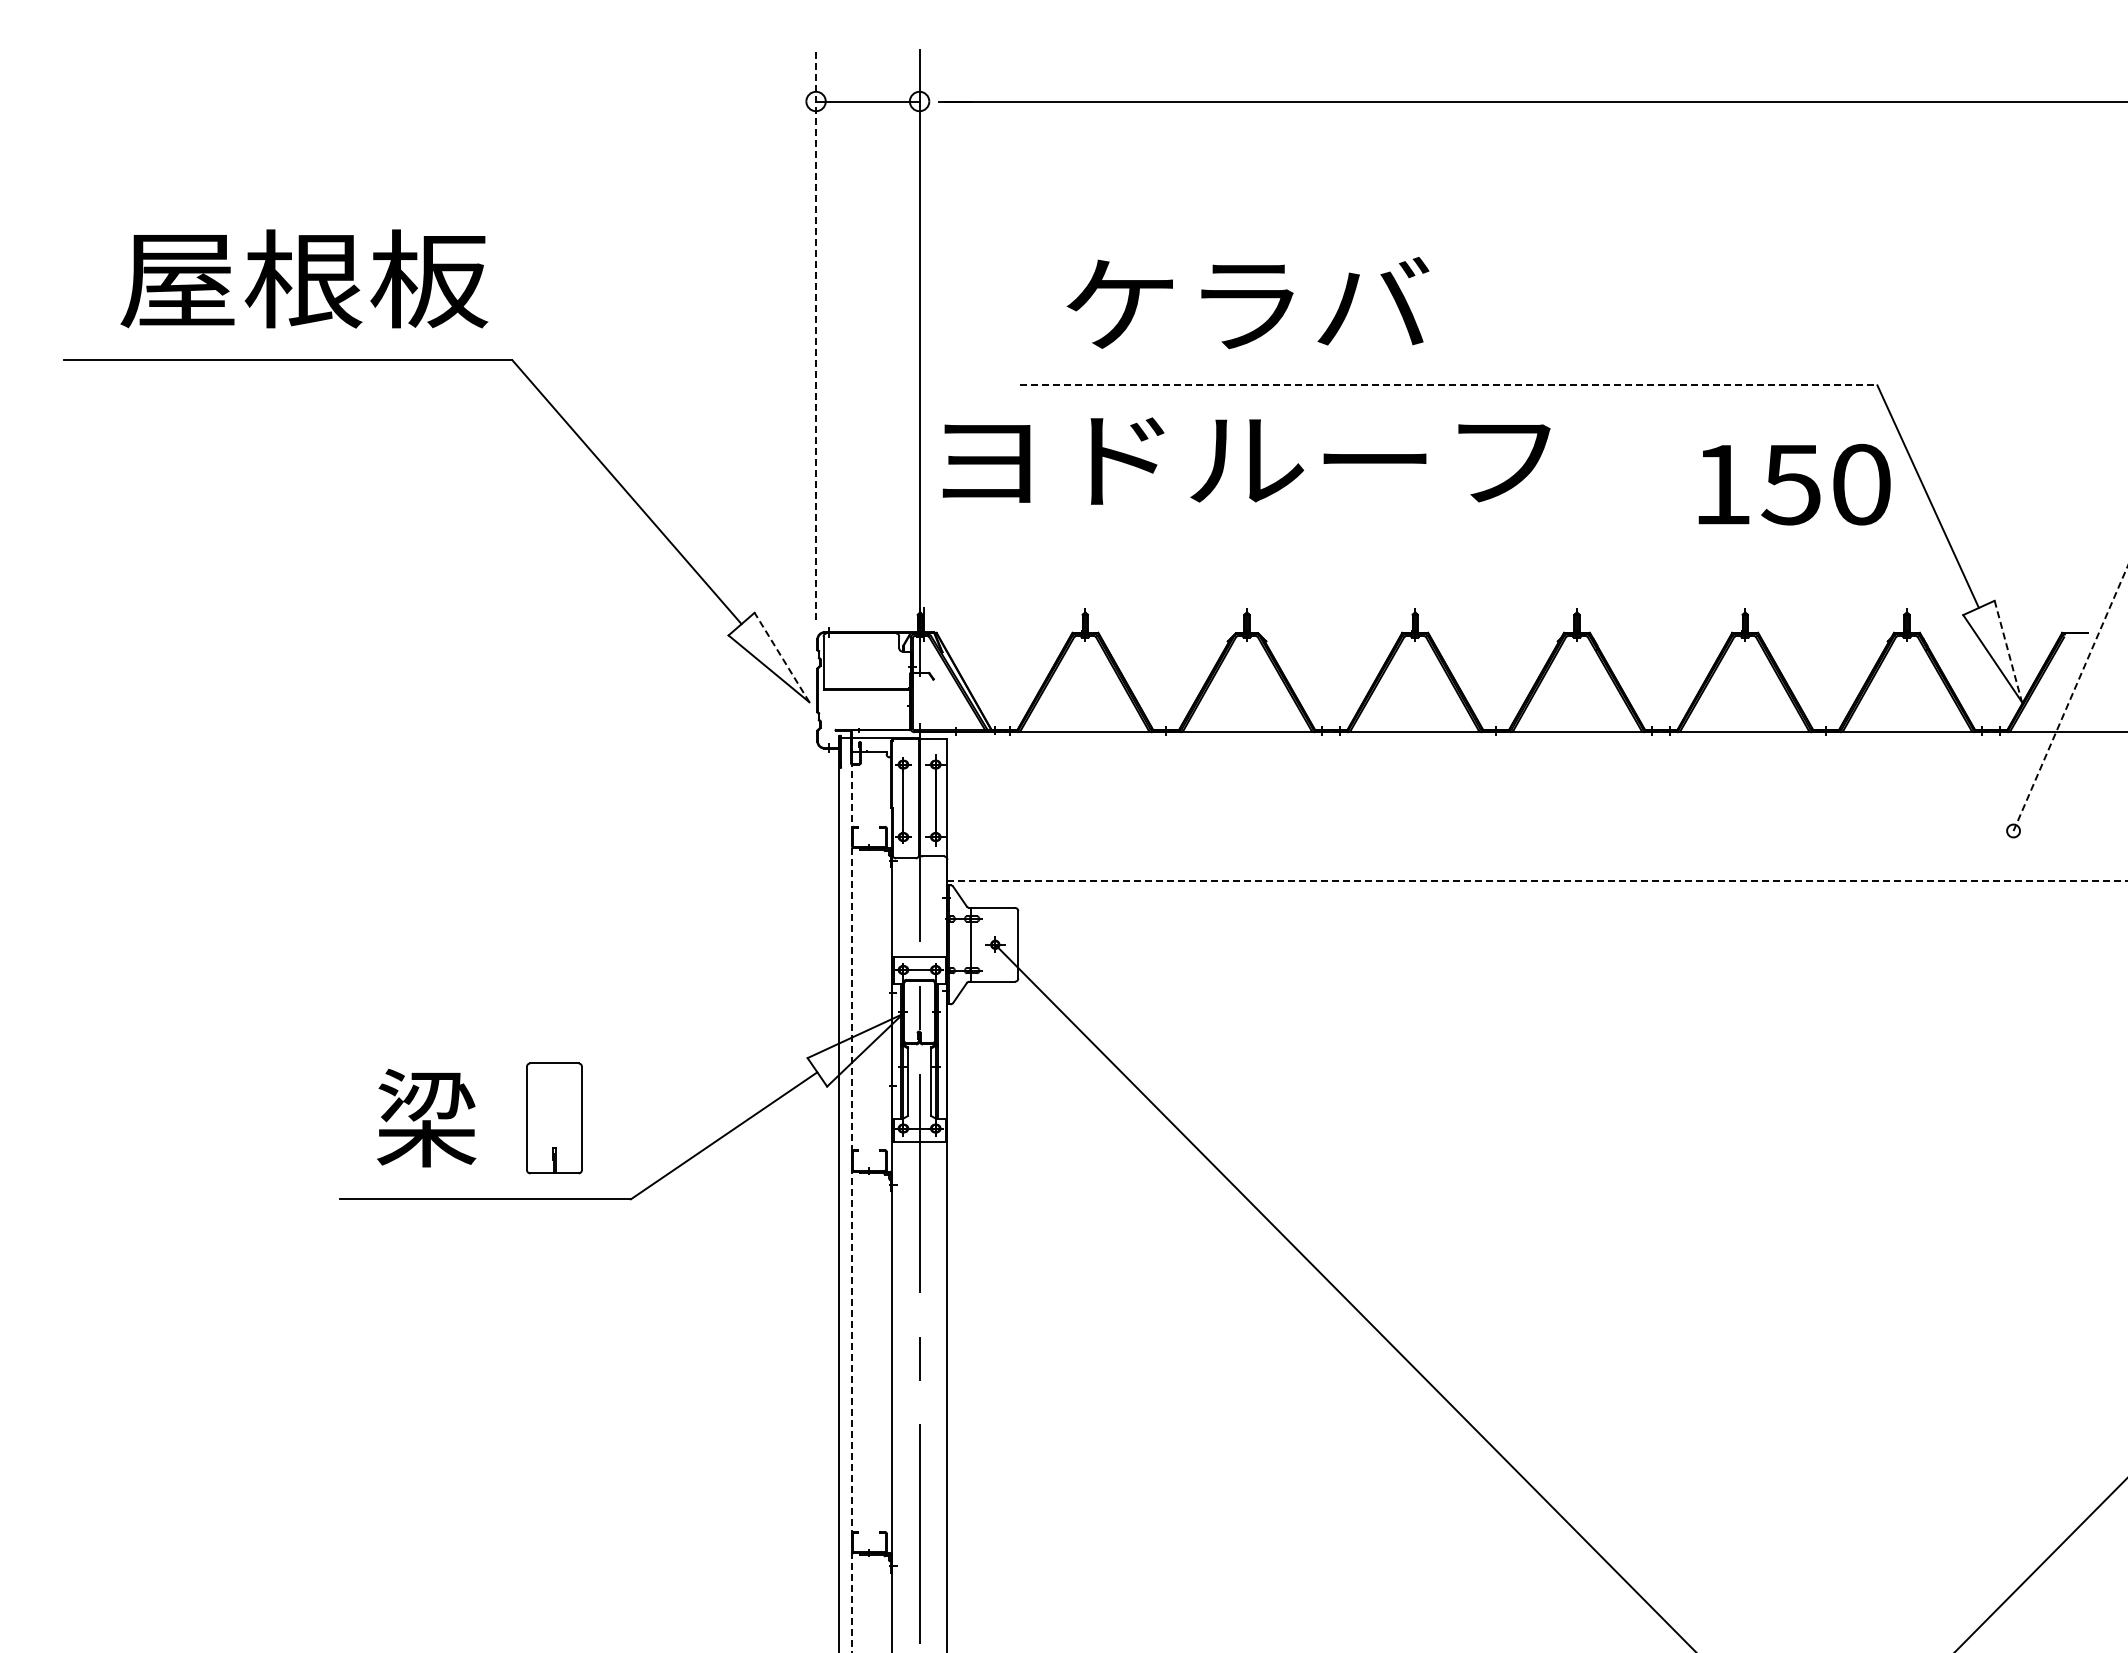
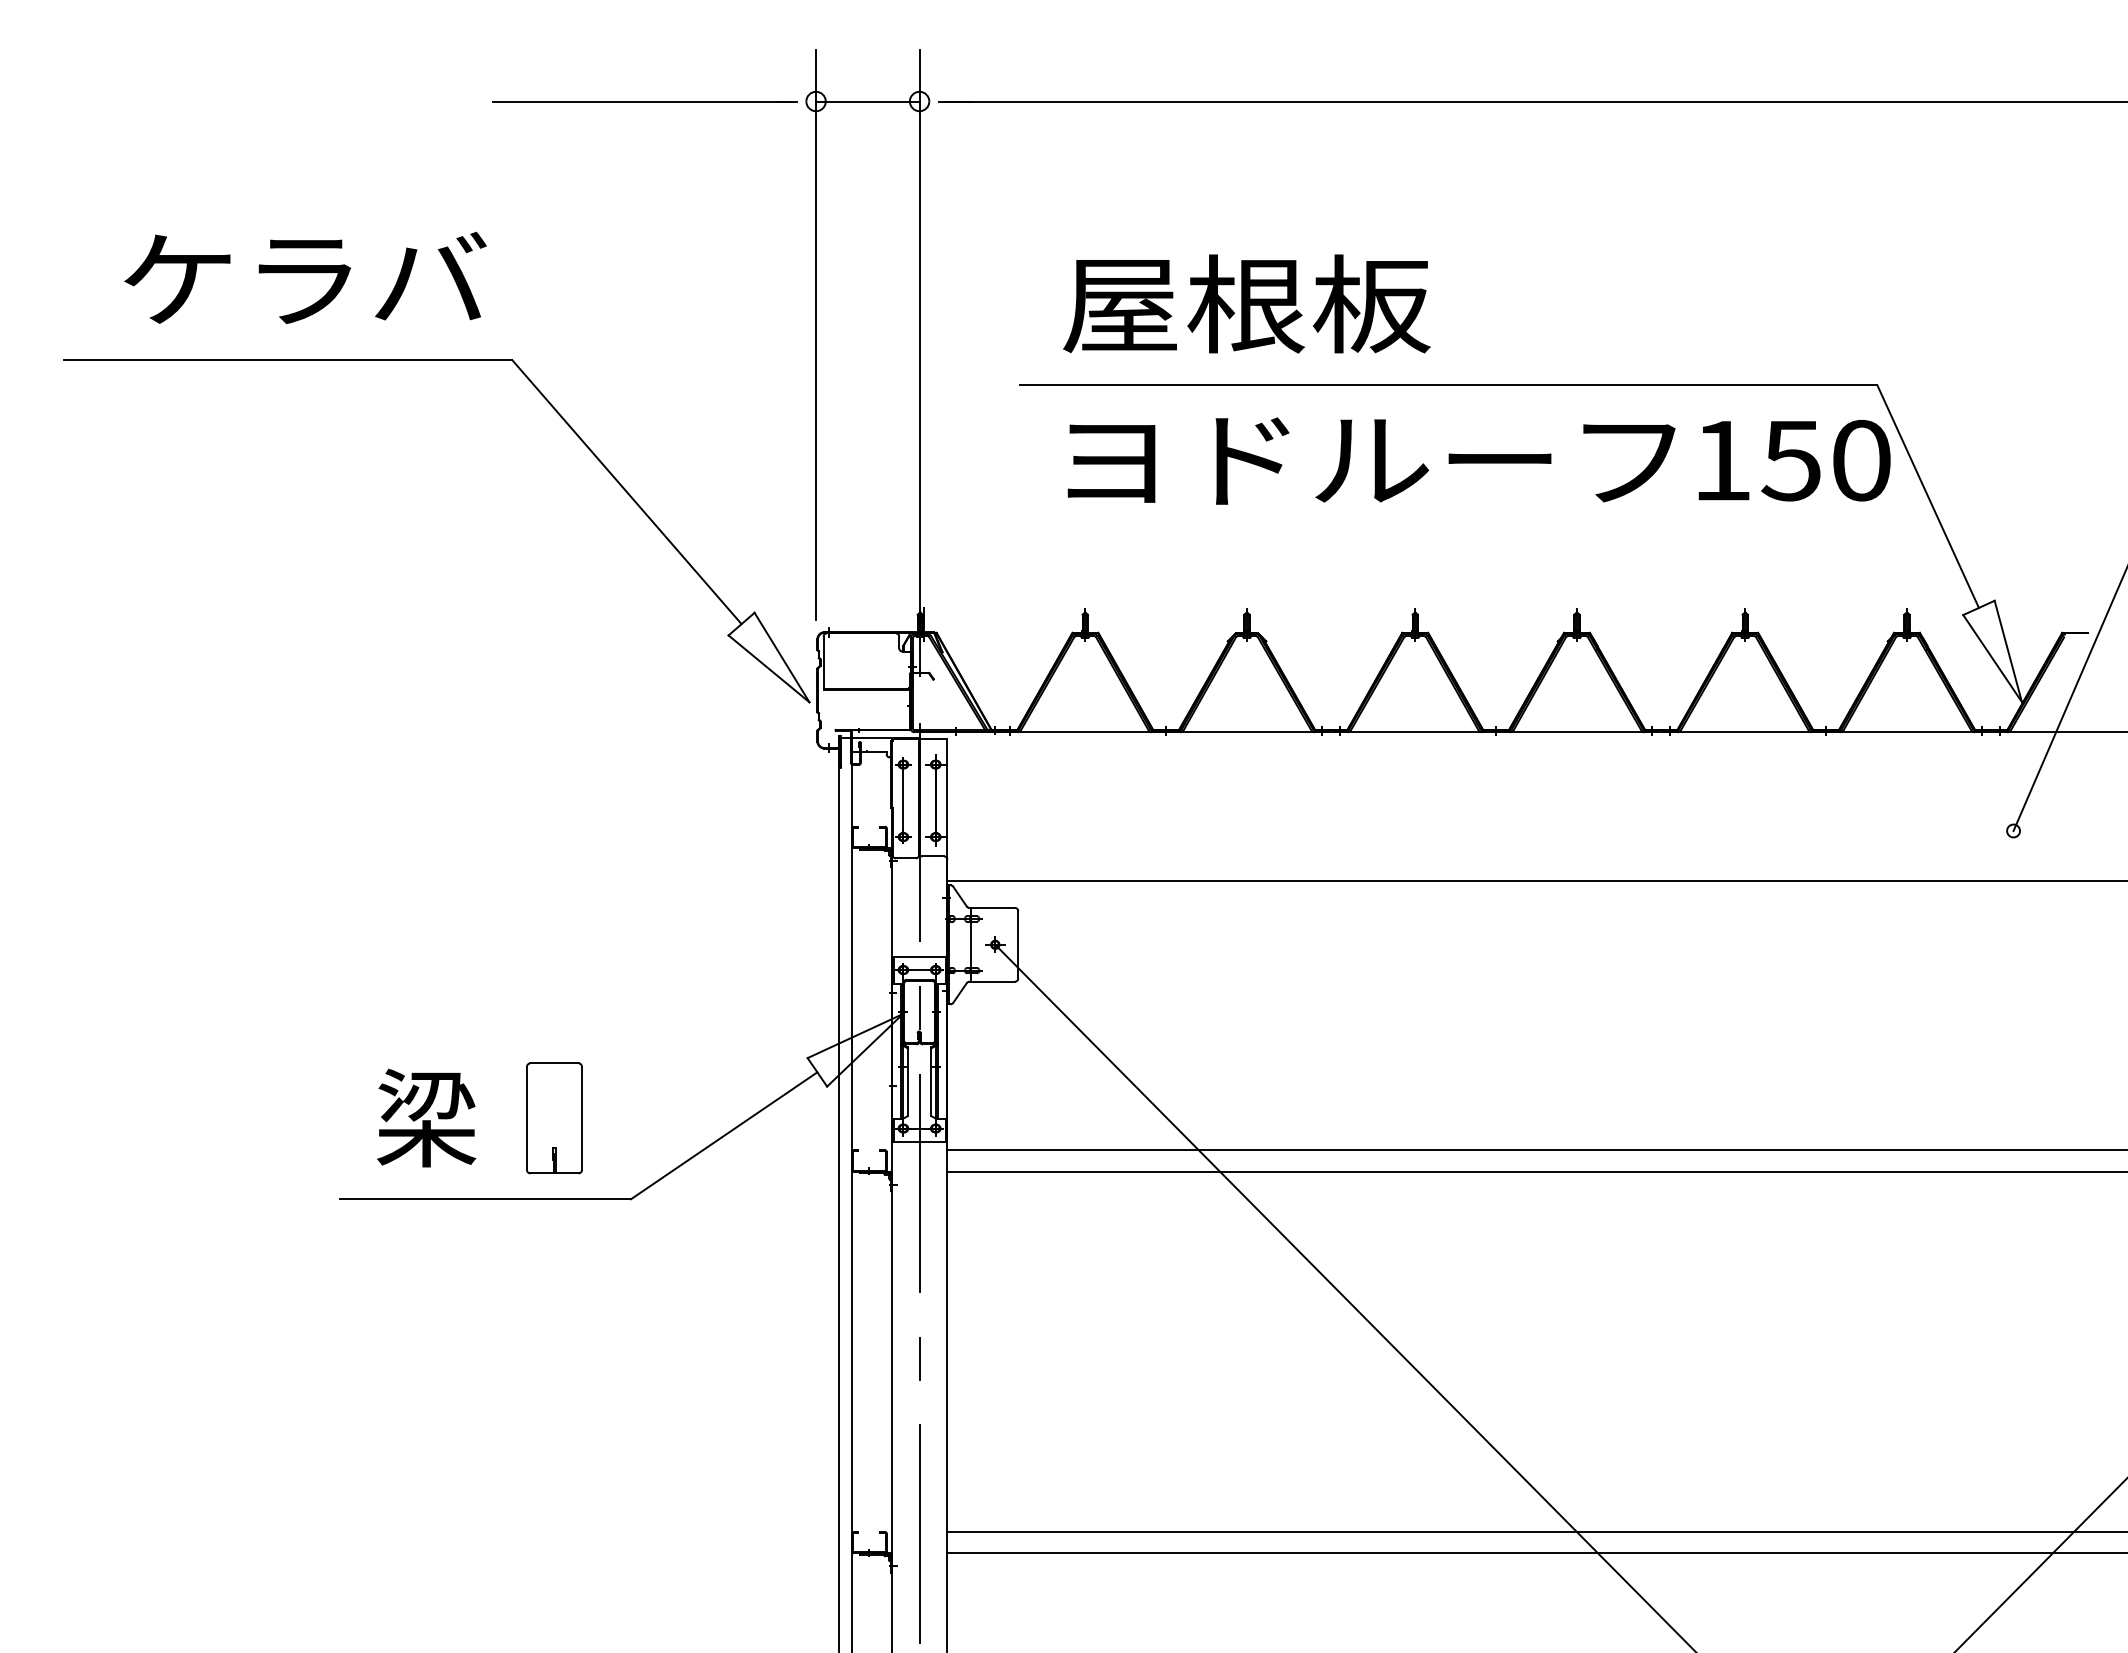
line at (644, 101): none -> present
text at (304, 278): 屋根板 -> ケラバ
text at (1246, 303): ケラバ -> 屋根板
line at (816, 334): dashed -> solid
line at (1448, 385): dashed -> solid
text at (1246, 460) position: (1246, 460) -> (1371, 460)
text at (1794, 484) position: (1794, 484) -> (1794, 460)
line at (2008, 651): dashed -> solid
line at (781, 657): dashed -> solid
line at (2070, 698): dashed -> solid
line at (1537, 881): dashed -> solid
line at (1535, 1150): none -> present
line at (1535, 1171): none -> present
line at (851, 1196): dashed -> solid
line at (1535, 1532): none -> present
line at (1535, 1553): none -> present
